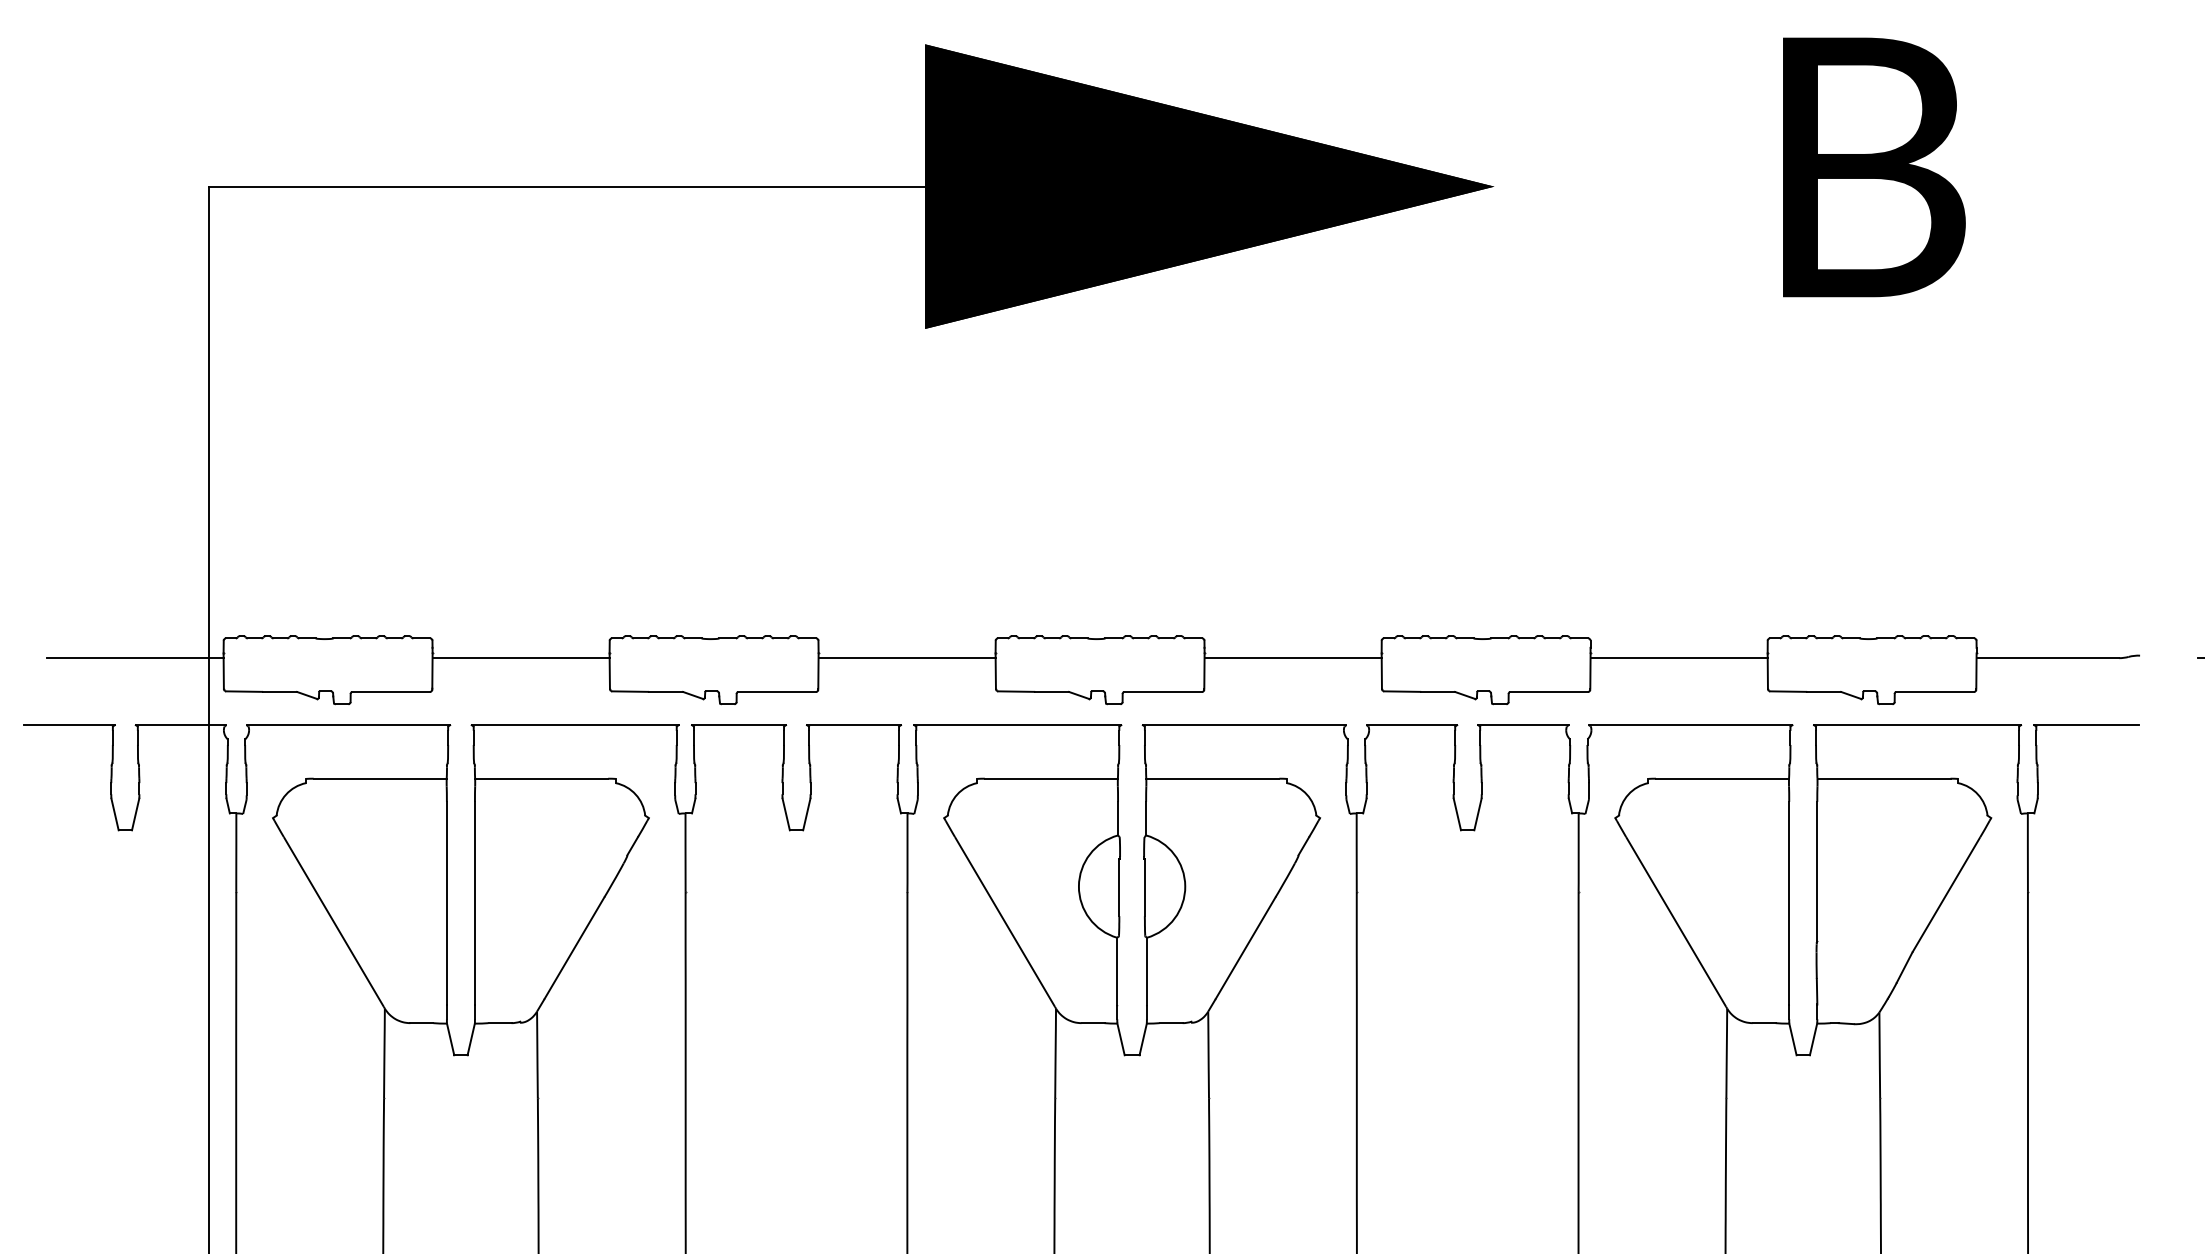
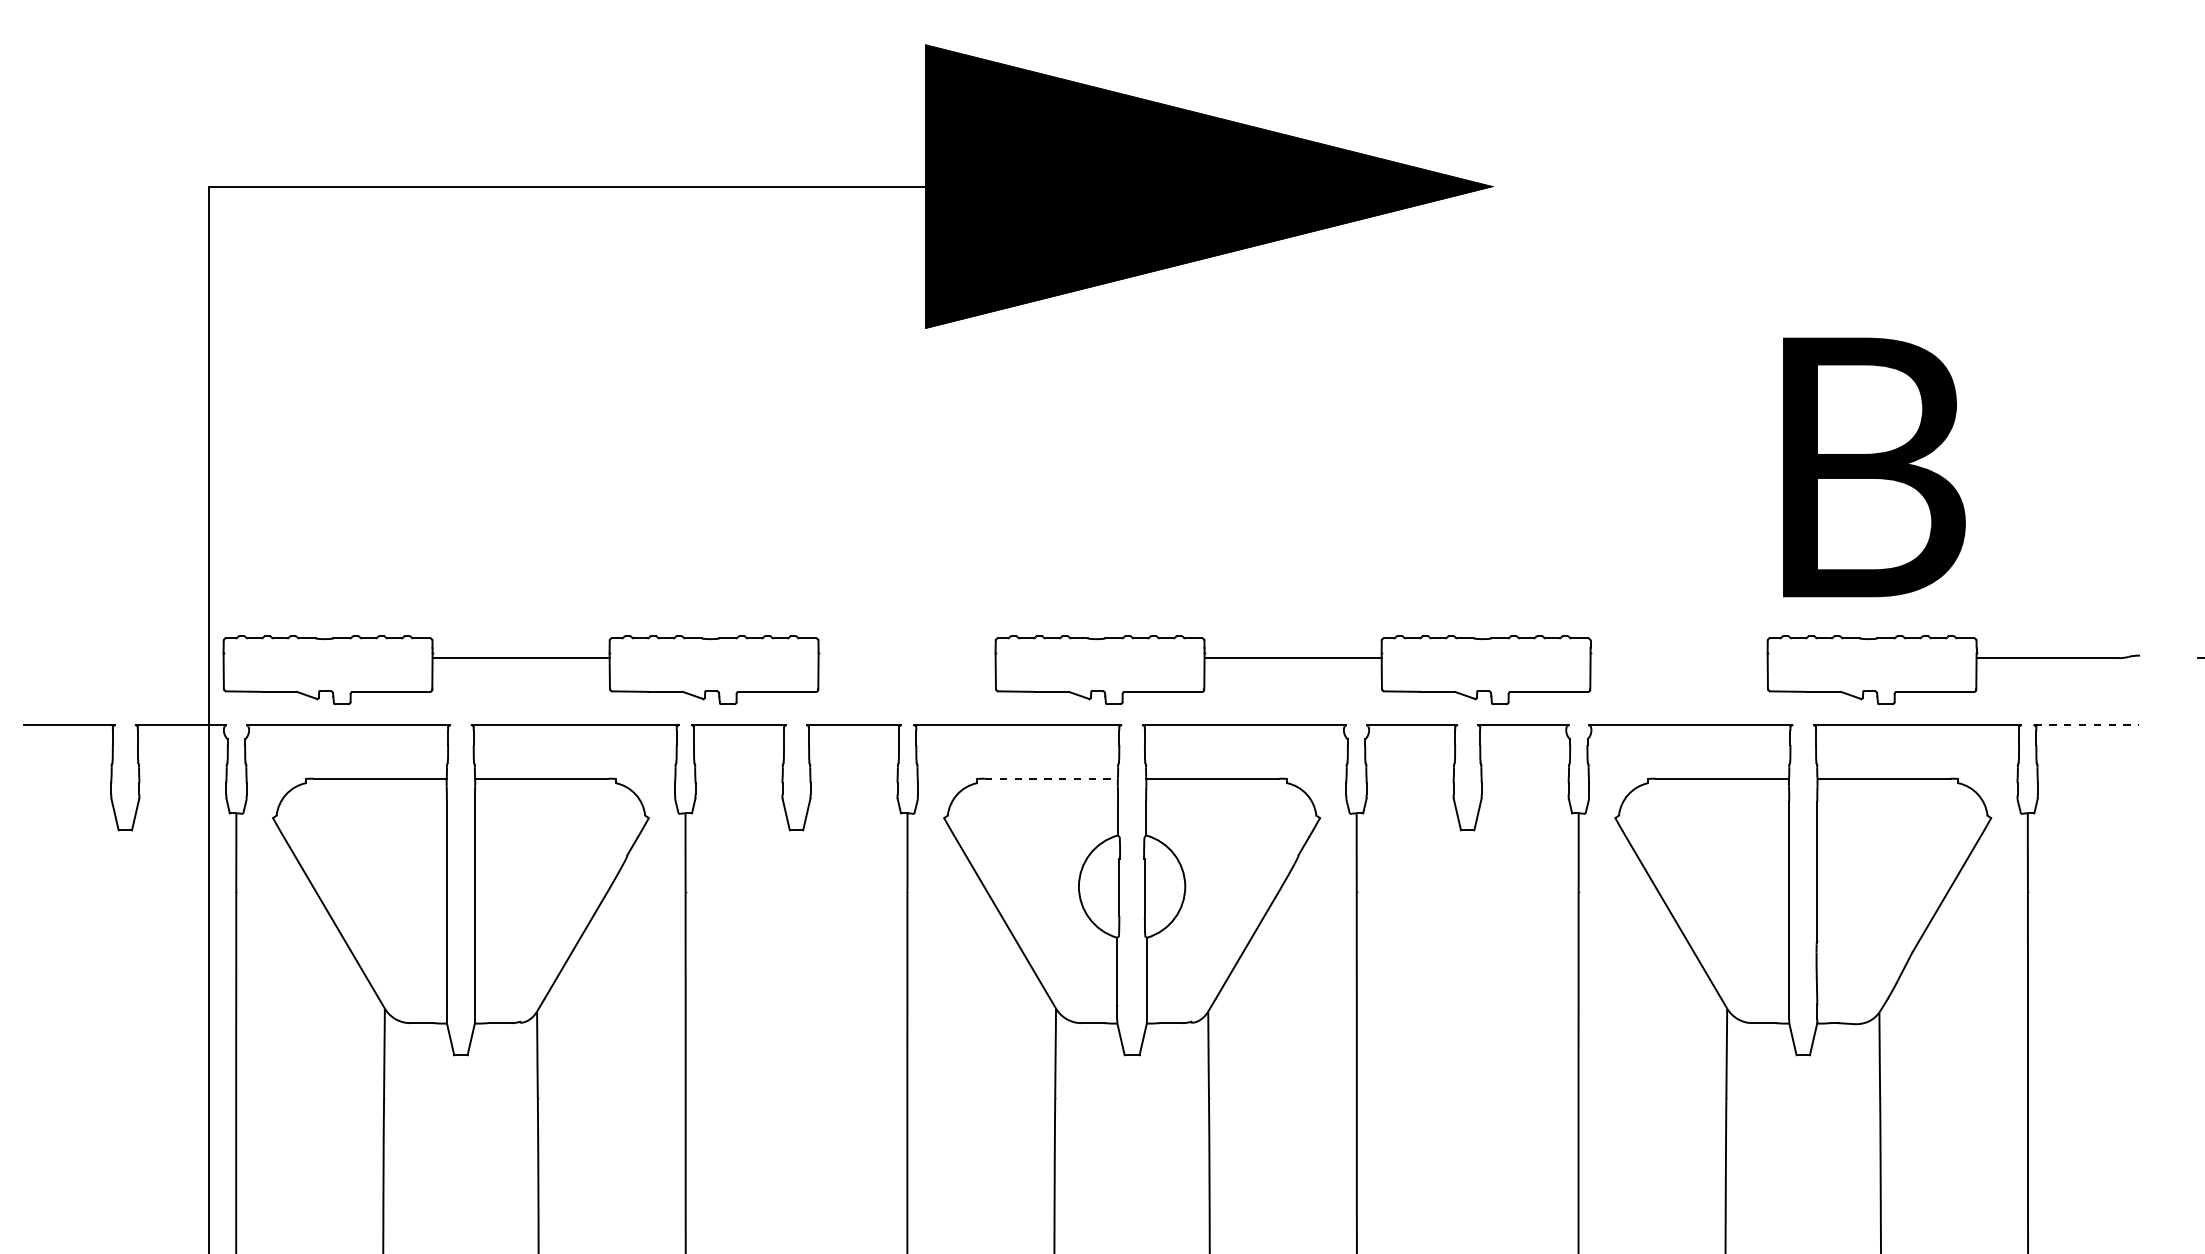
text at (1874, 167) position: (1874, 167) -> (1874, 467)
line at (134, 658): present -> none
line at (906, 658): present -> none
line at (1678, 658): present -> none
line at (2087, 725): solid -> dashed
line at (1051, 778): solid -> dashed
